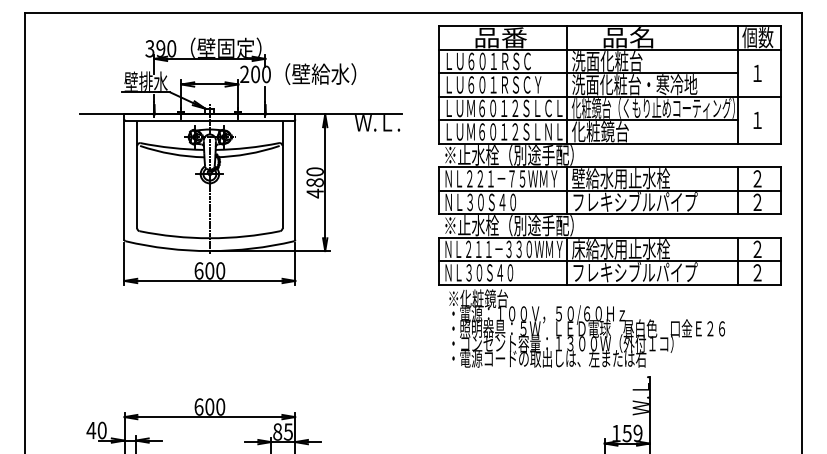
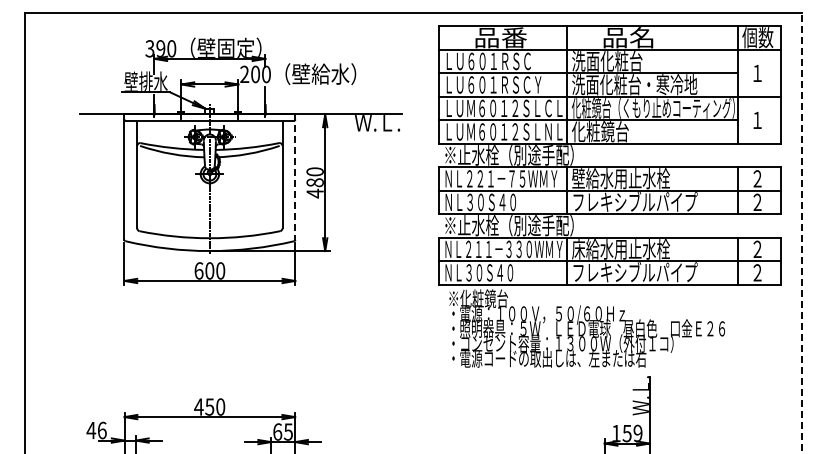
line at (295, 177): solid -> dashed
line at (802, 233): solid -> dashed
text at (204, 406): 600 -> 450
text at (101, 430): 40 -> 46
text at (277, 431): 85 -> 65
